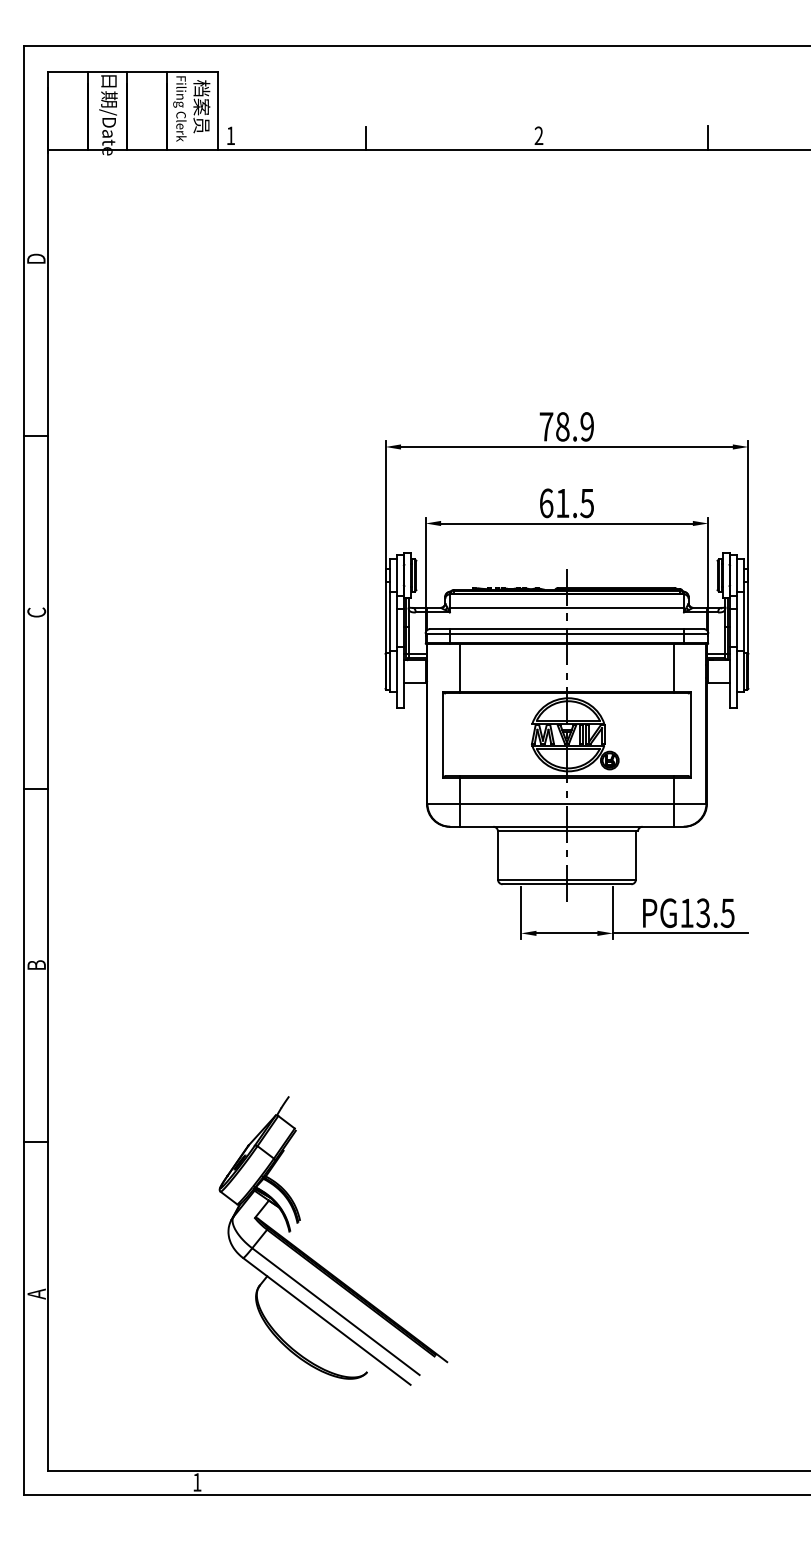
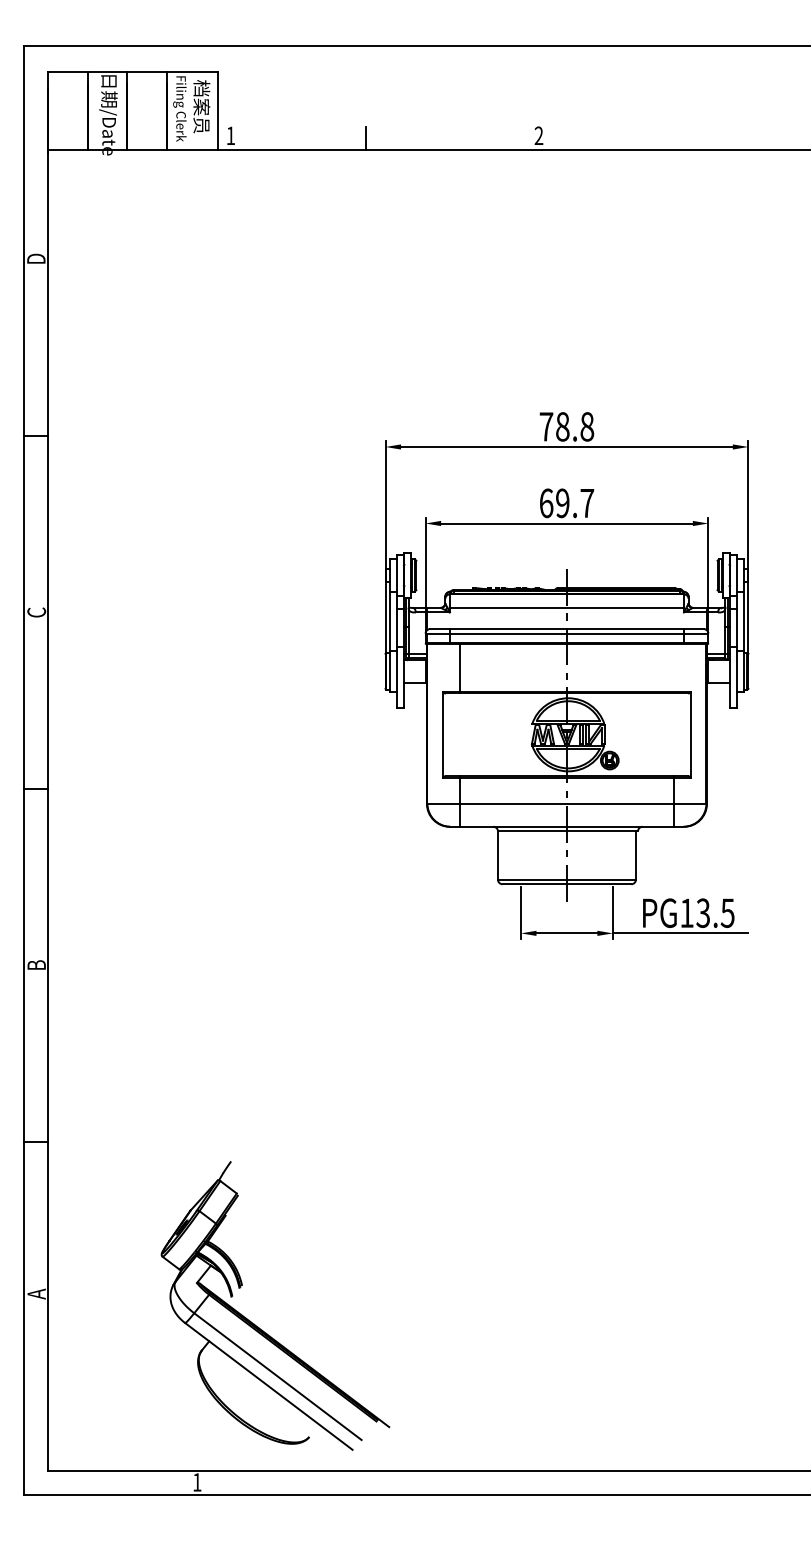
line at (707, 137): present -> none
text at (587, 426): 78.9 -> 78.8
text at (575, 503): 61.5 -> 69.7
line at (674, 668): present -> none
part at (316, 1261) position: (316, 1261) -> (258, 1326)
